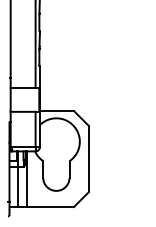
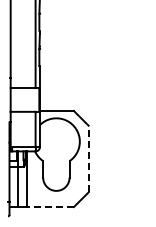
line at (88, 158): solid -> dashed
line at (50, 207): solid -> dashed
